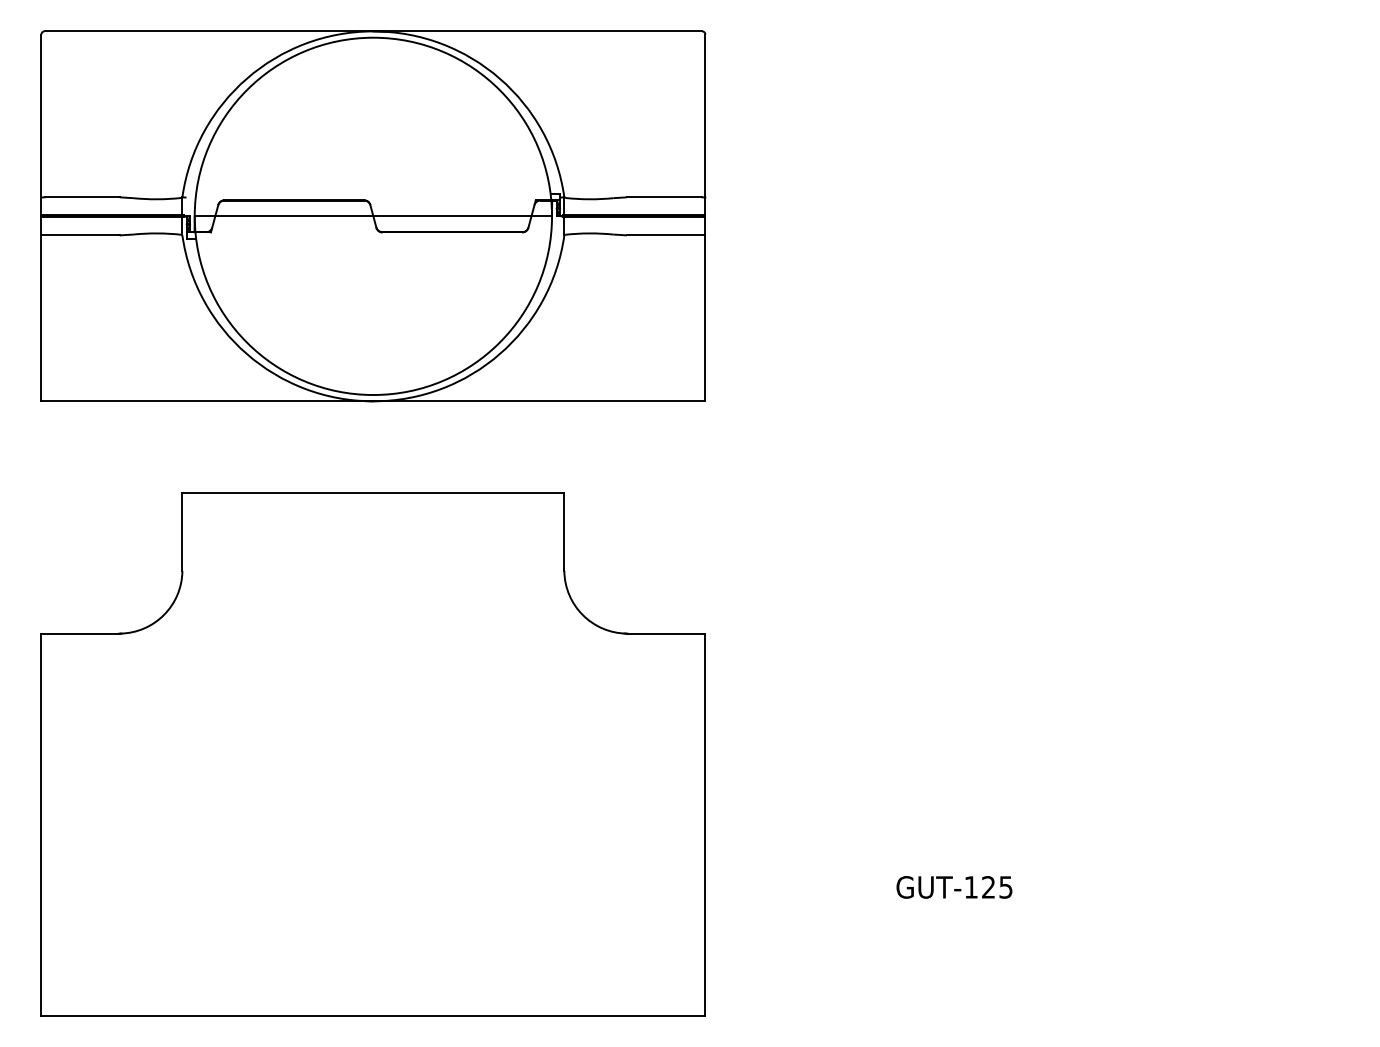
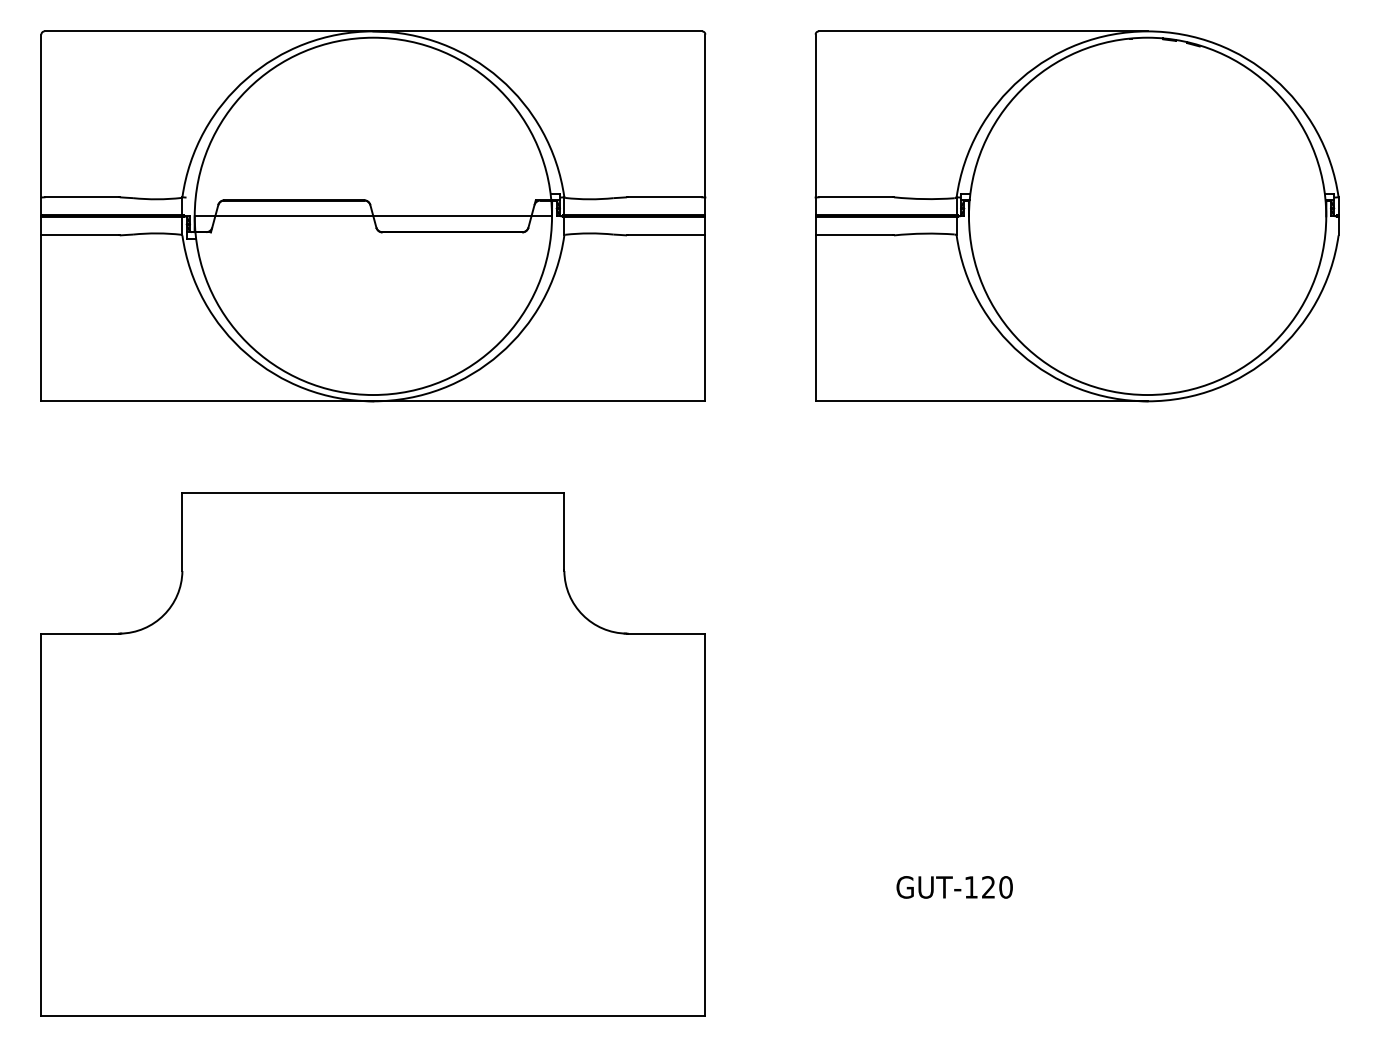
part at (1076, 216): none -> present
text at (1005, 887): GUT-125 -> GUT-120
